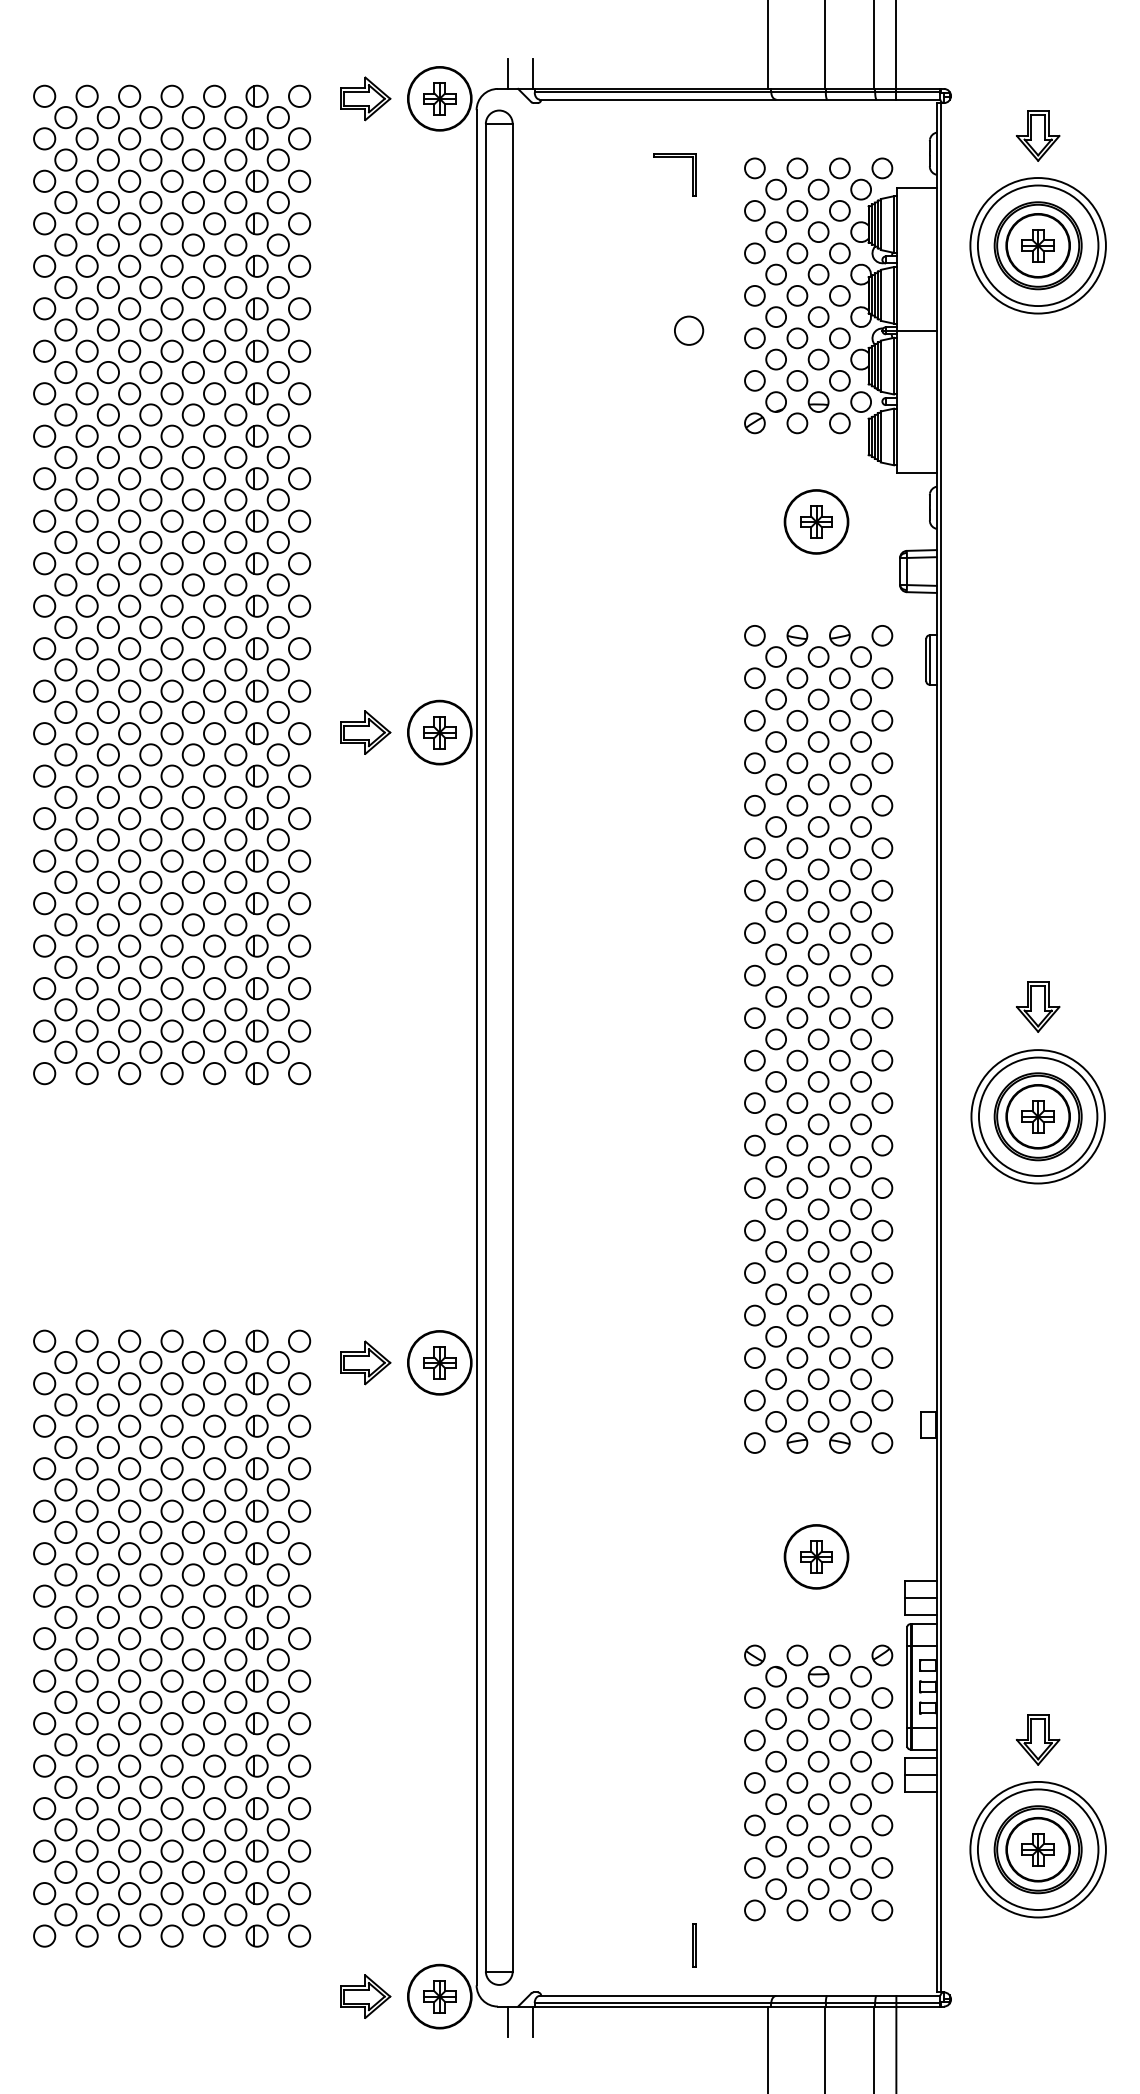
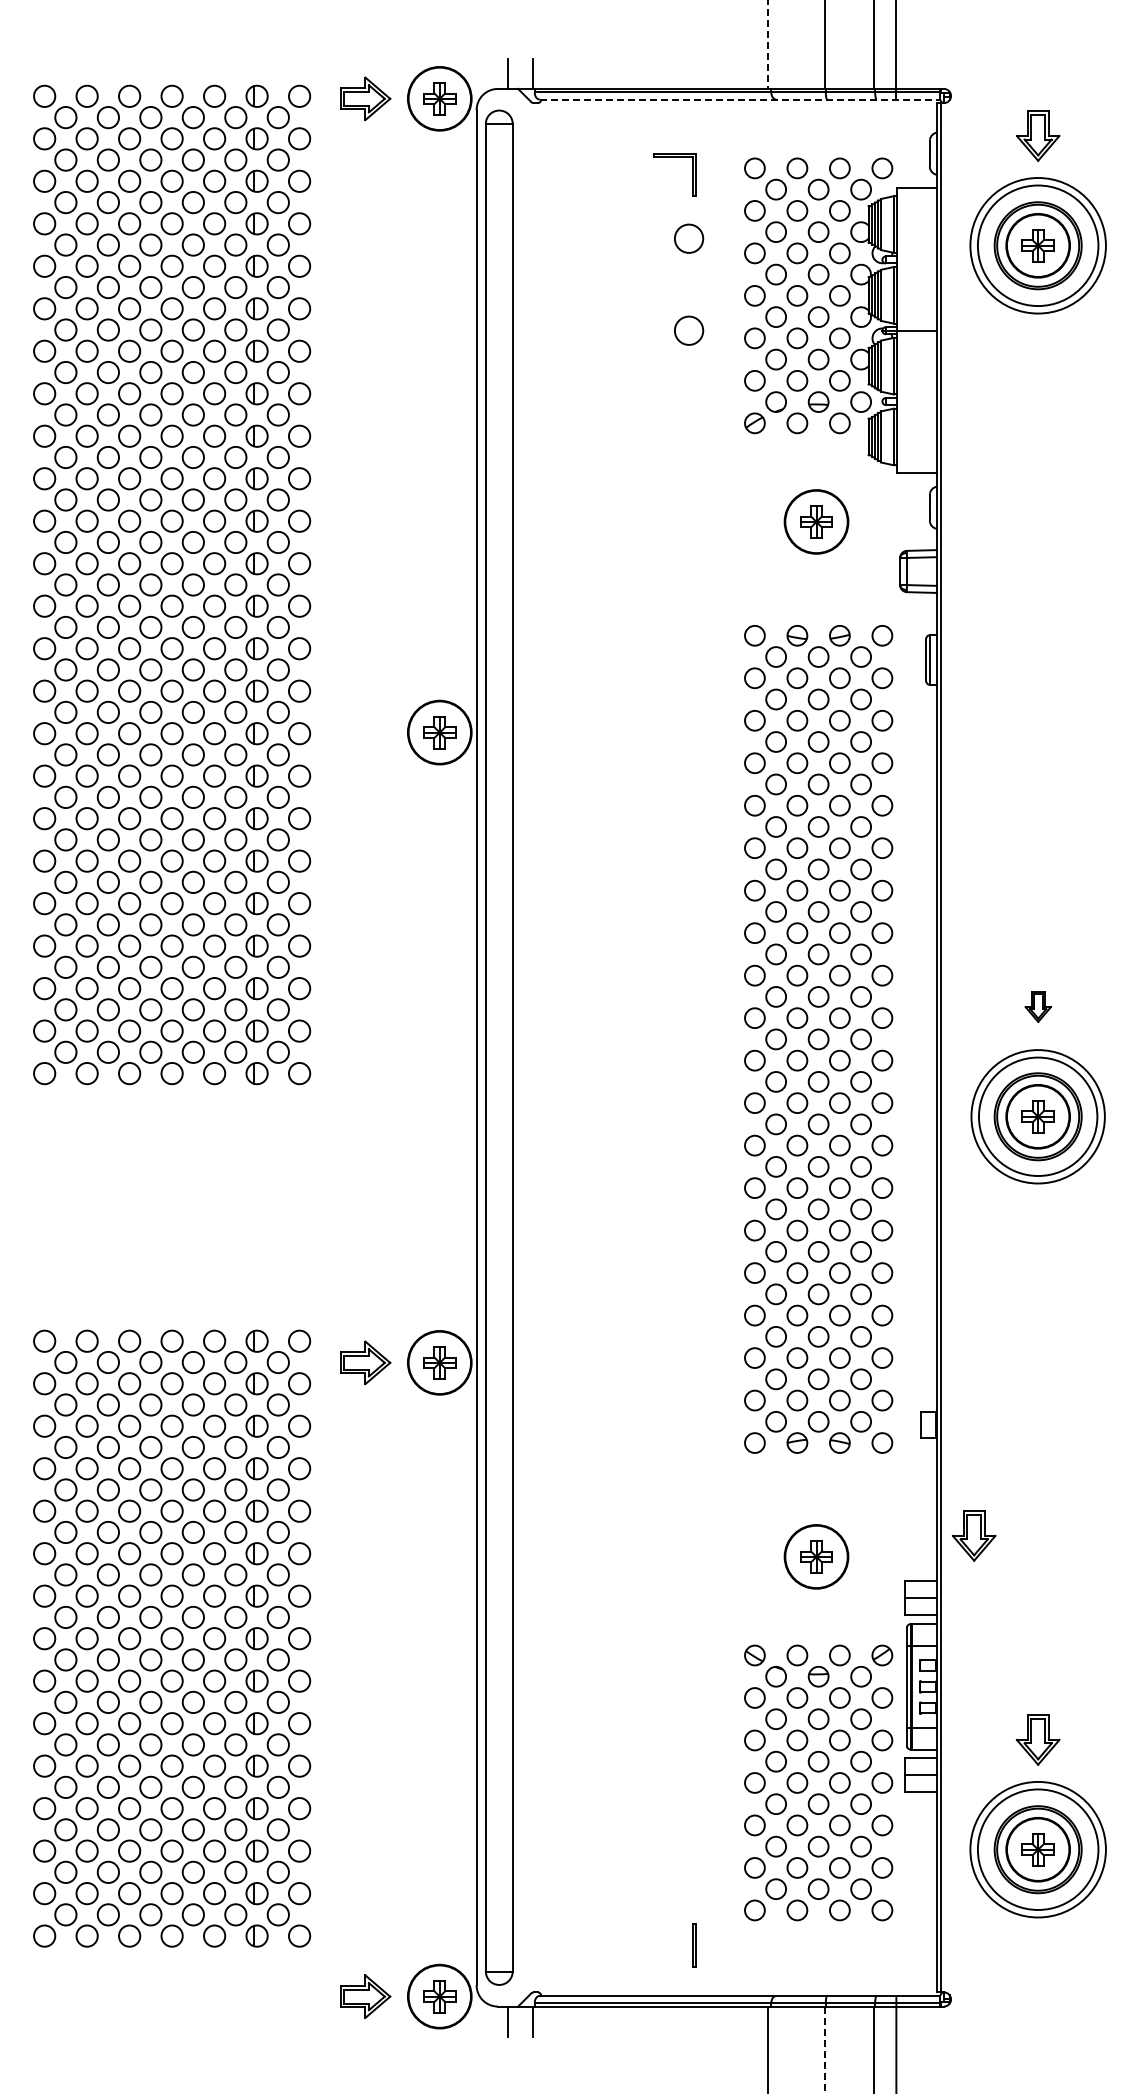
line at (768, 44): solid -> dashed
line at (740, 99): solid -> dashed
circle at (689, 238): none -> present
part at (365, 732): present -> none
part at (1038, 1006) size: 45x52 px -> 28x32 px
part at (973, 1535): none -> present
line at (824, 2050): solid -> dashed
